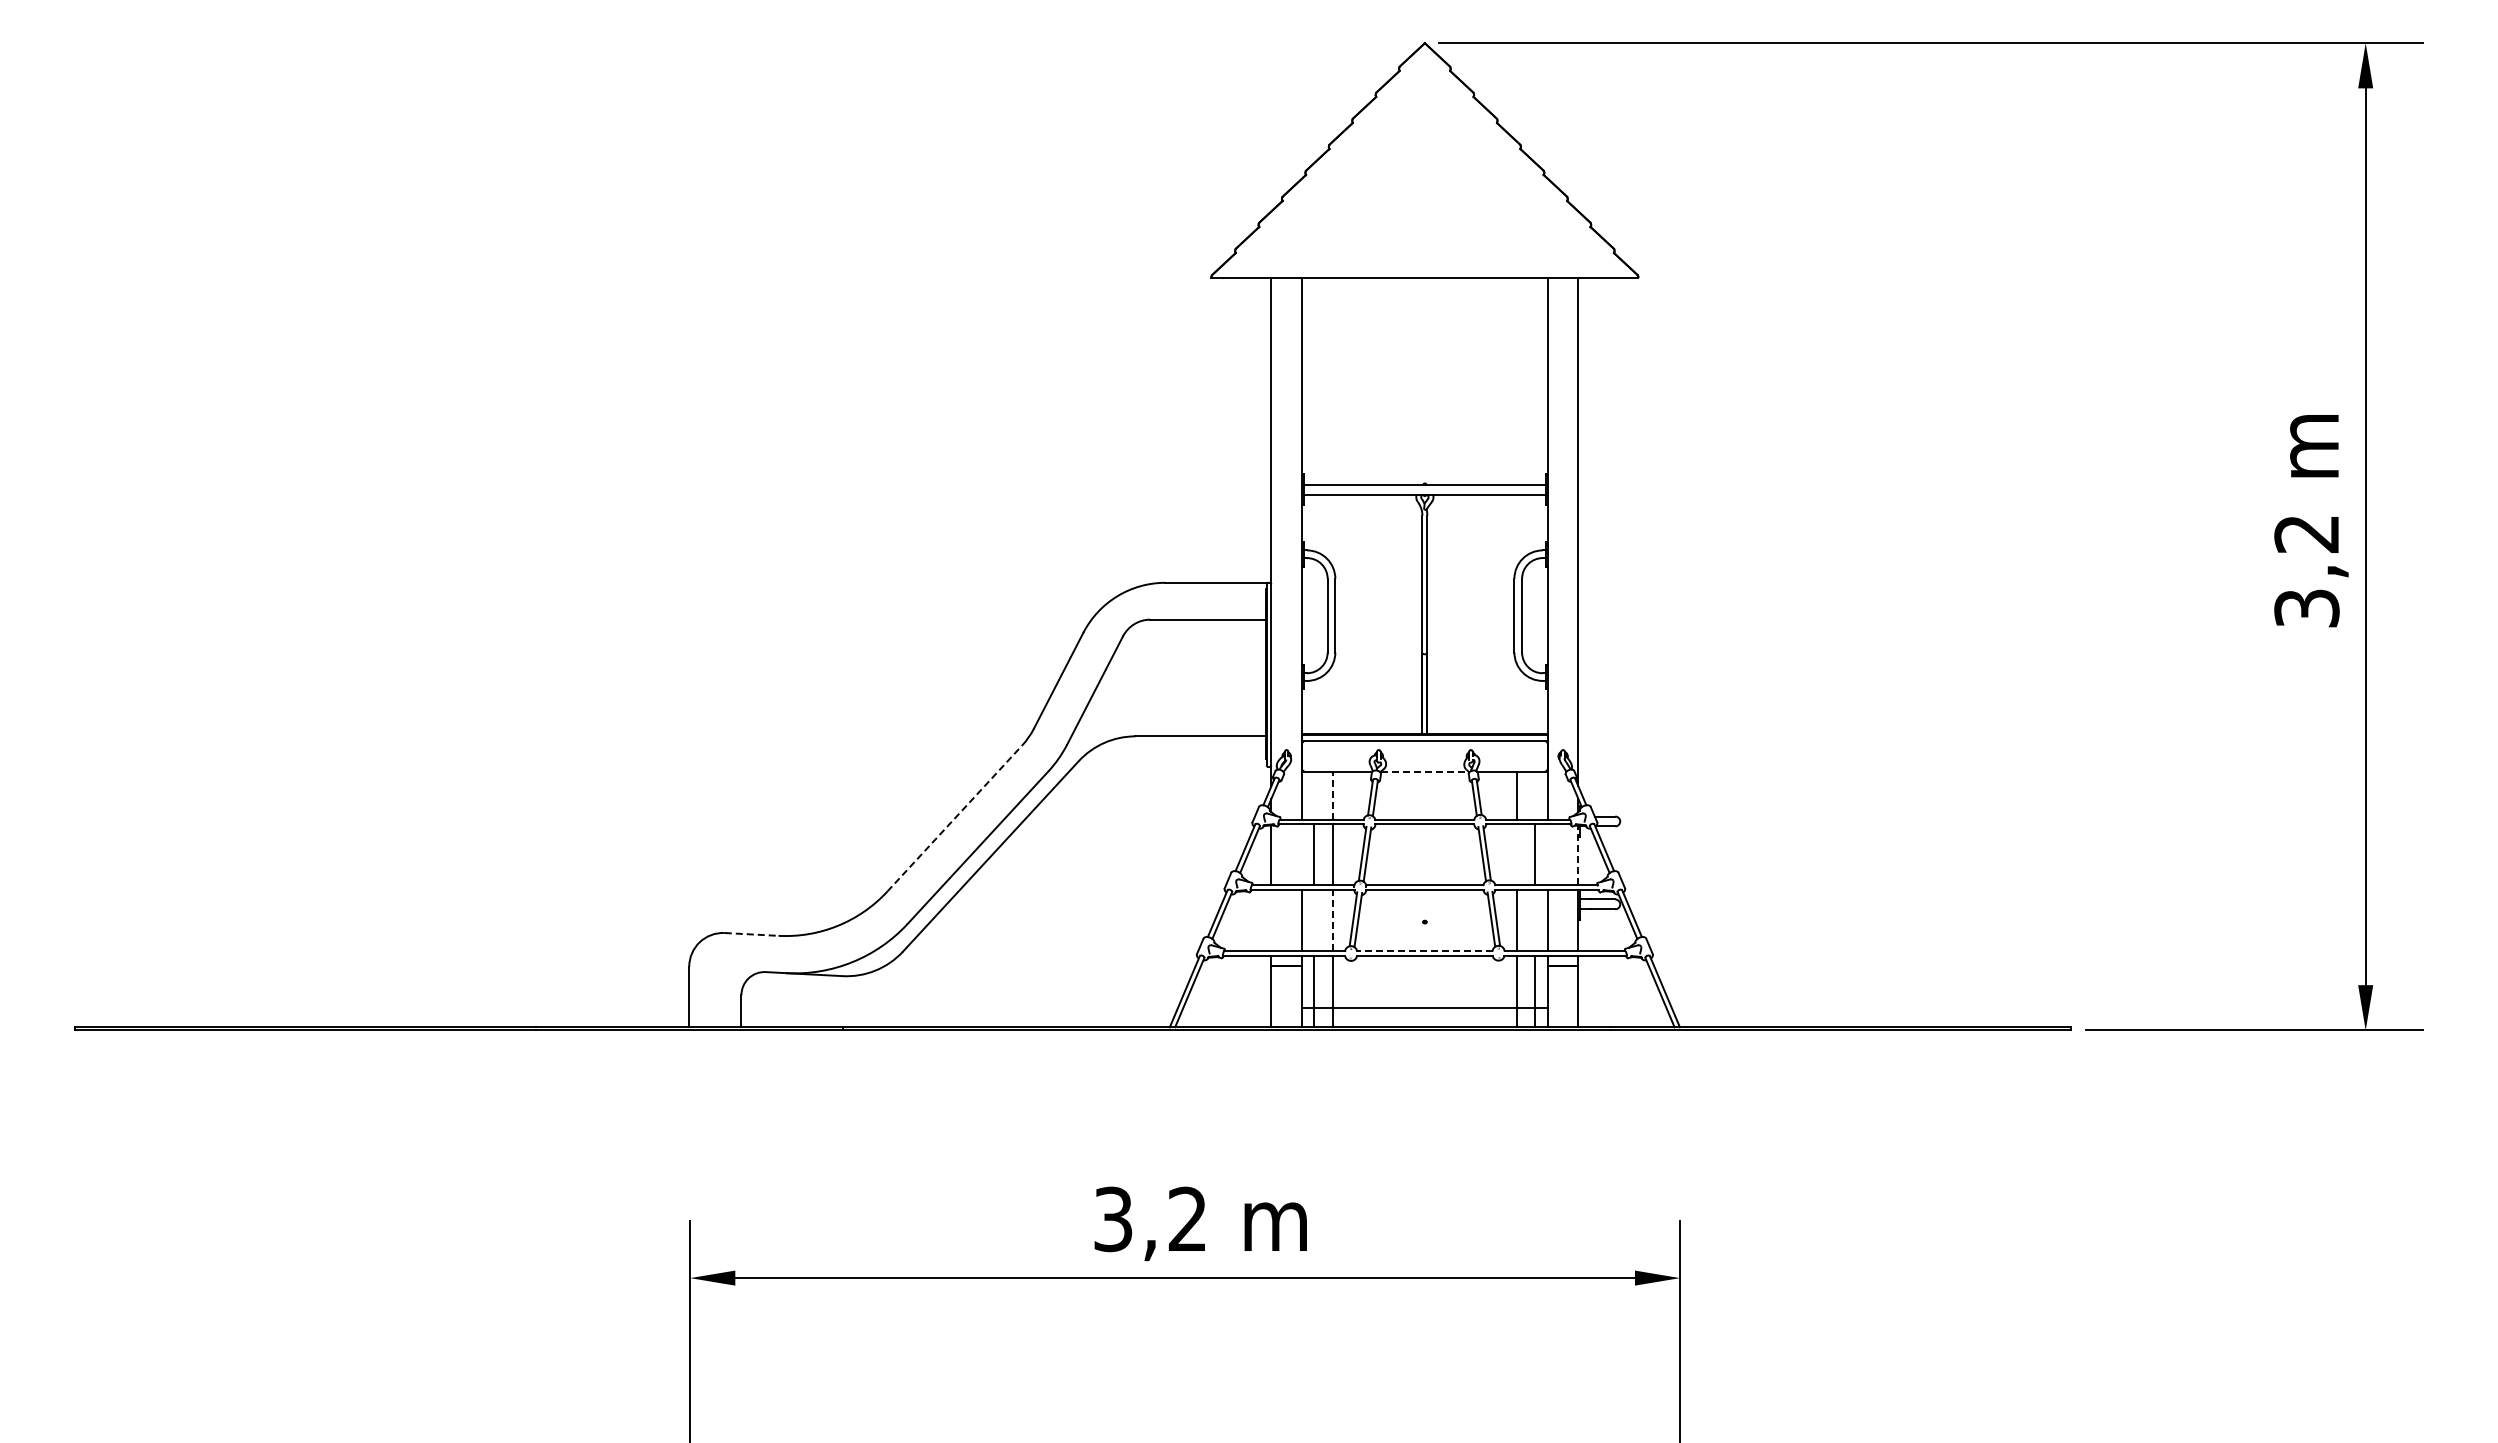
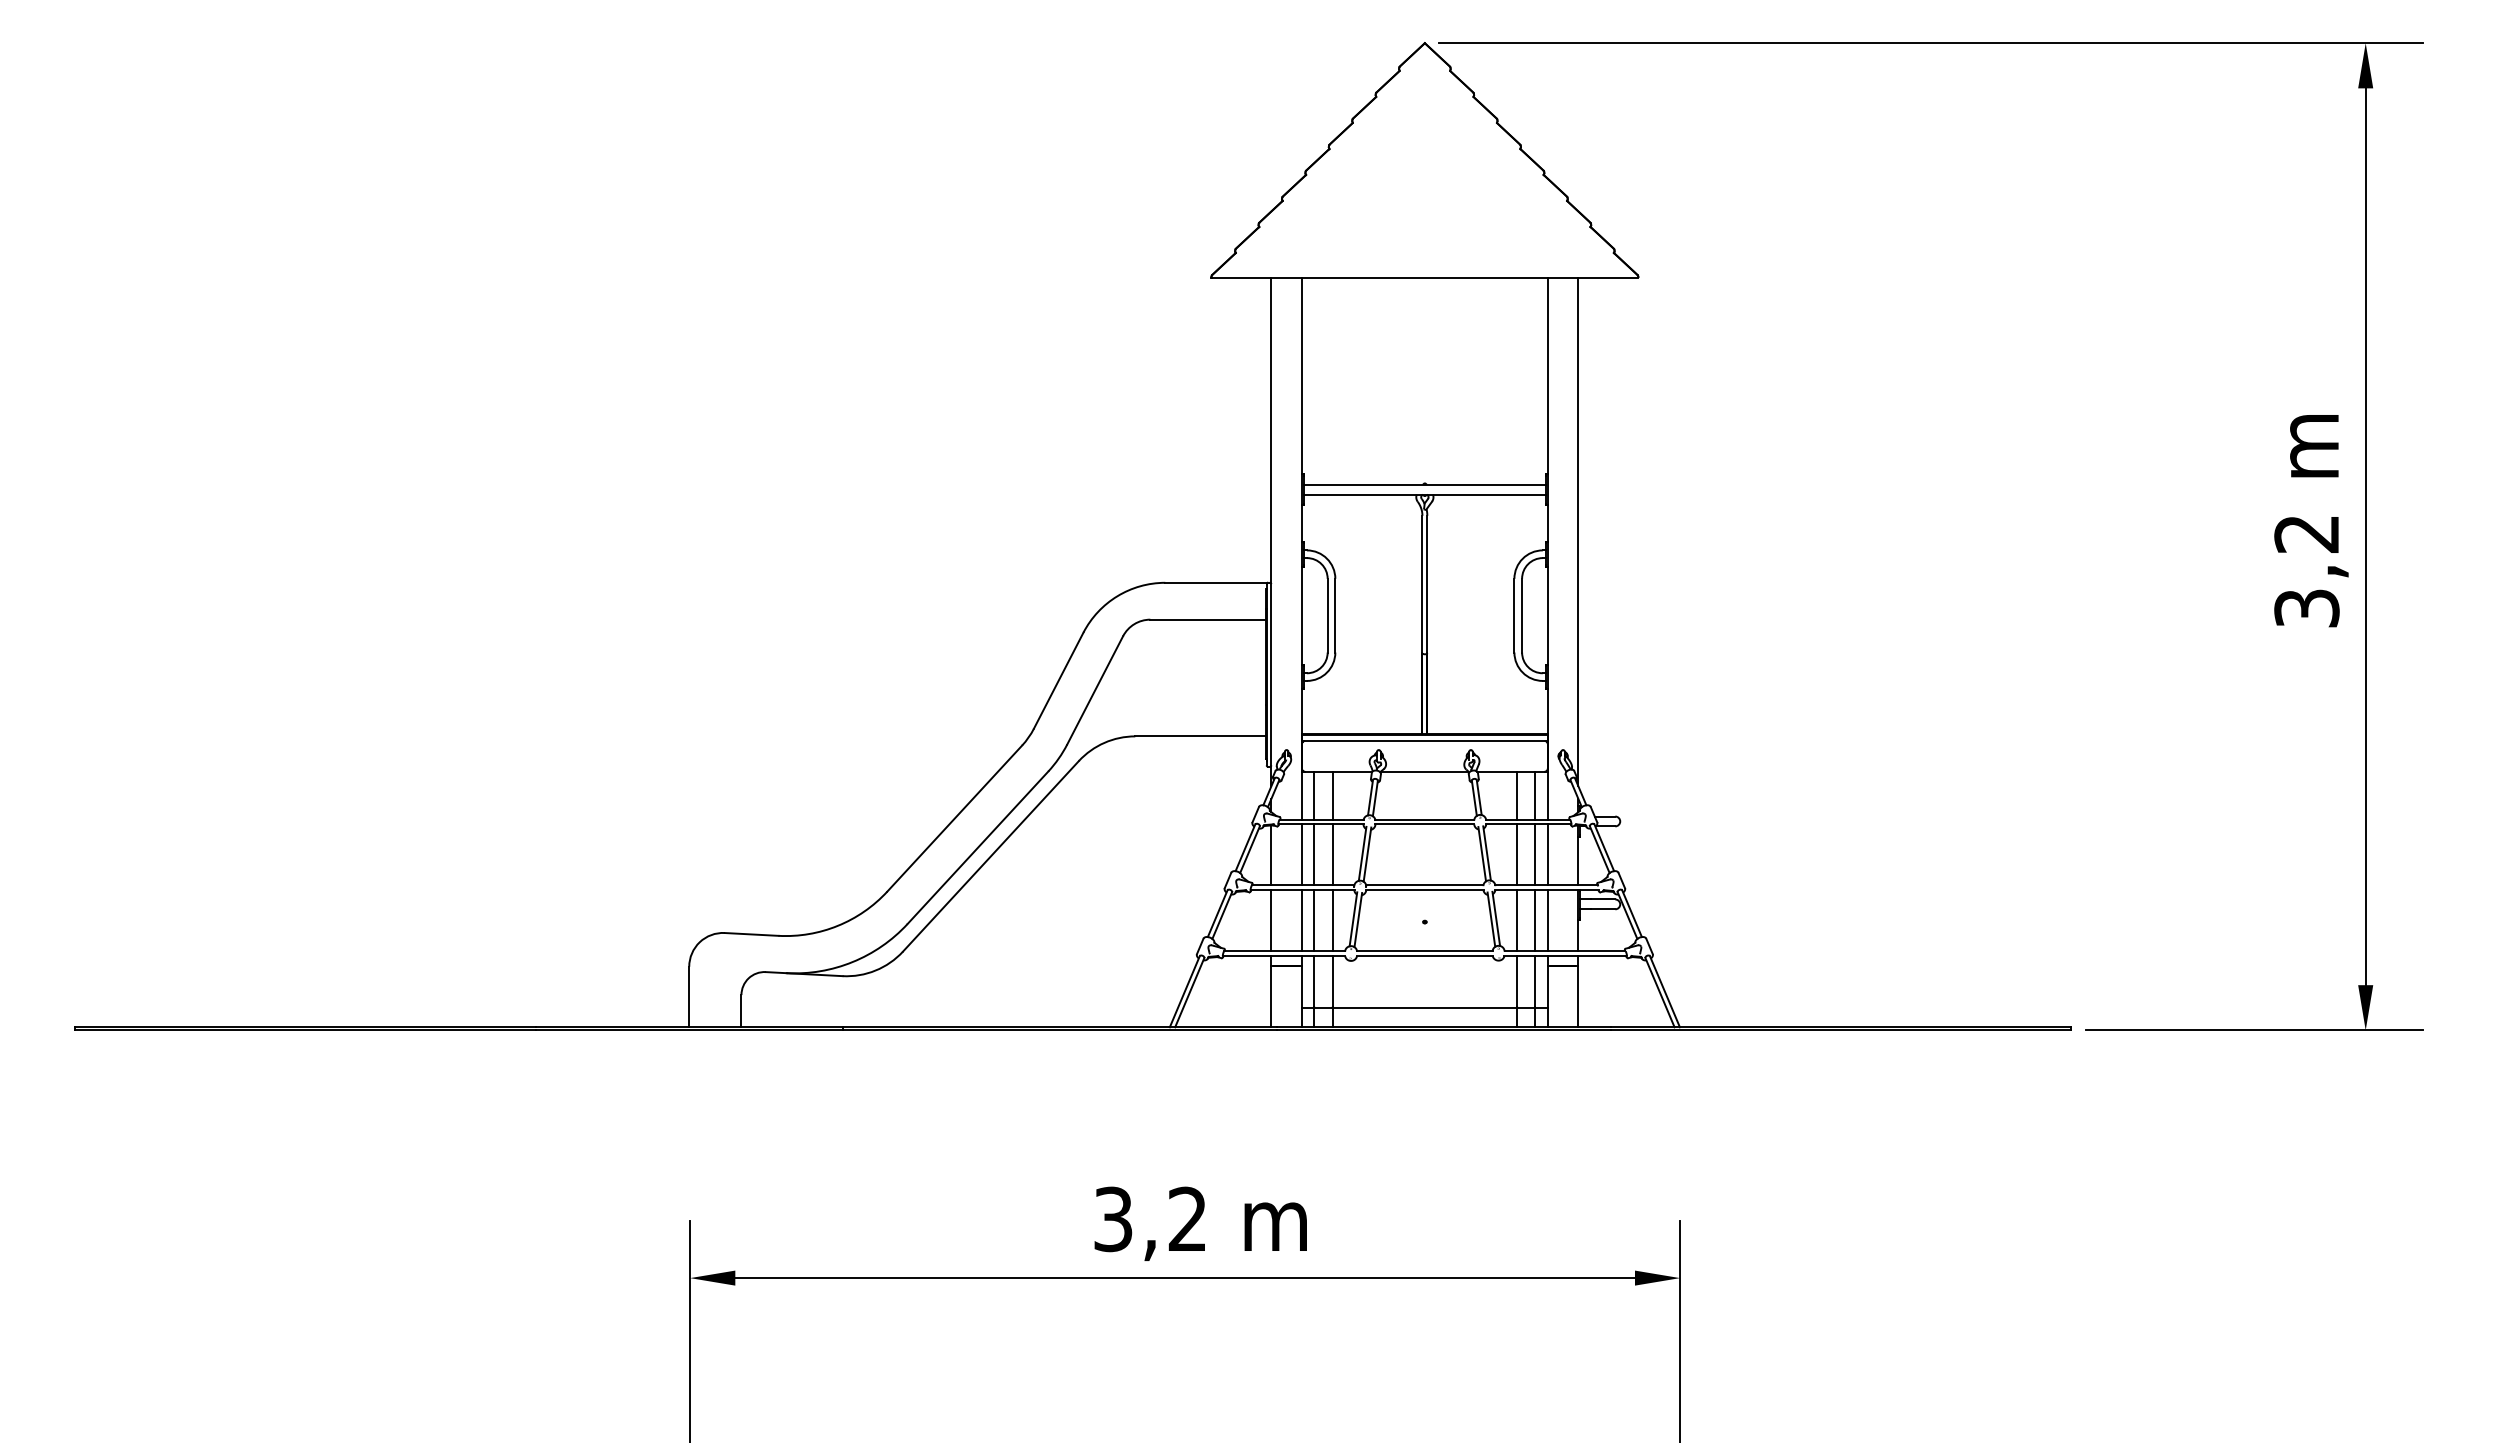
line at (1424, 771): dashed -> solid
line at (1314, 795): none -> present
line at (1332, 795): dashed -> solid
line at (1535, 795): none -> present
line at (955, 818): dashed -> solid
line at (1302, 854): none -> present
line at (1517, 854): none -> present
line at (1547, 854): none -> present
line at (1578, 855): dashed -> solid
line at (1271, 920): none -> present
line at (1314, 920): none -> present
line at (1332, 920): dashed -> solid
line at (1535, 920): none -> present
line at (751, 934): dashed -> solid
line at (1424, 951): dashed -> solid
